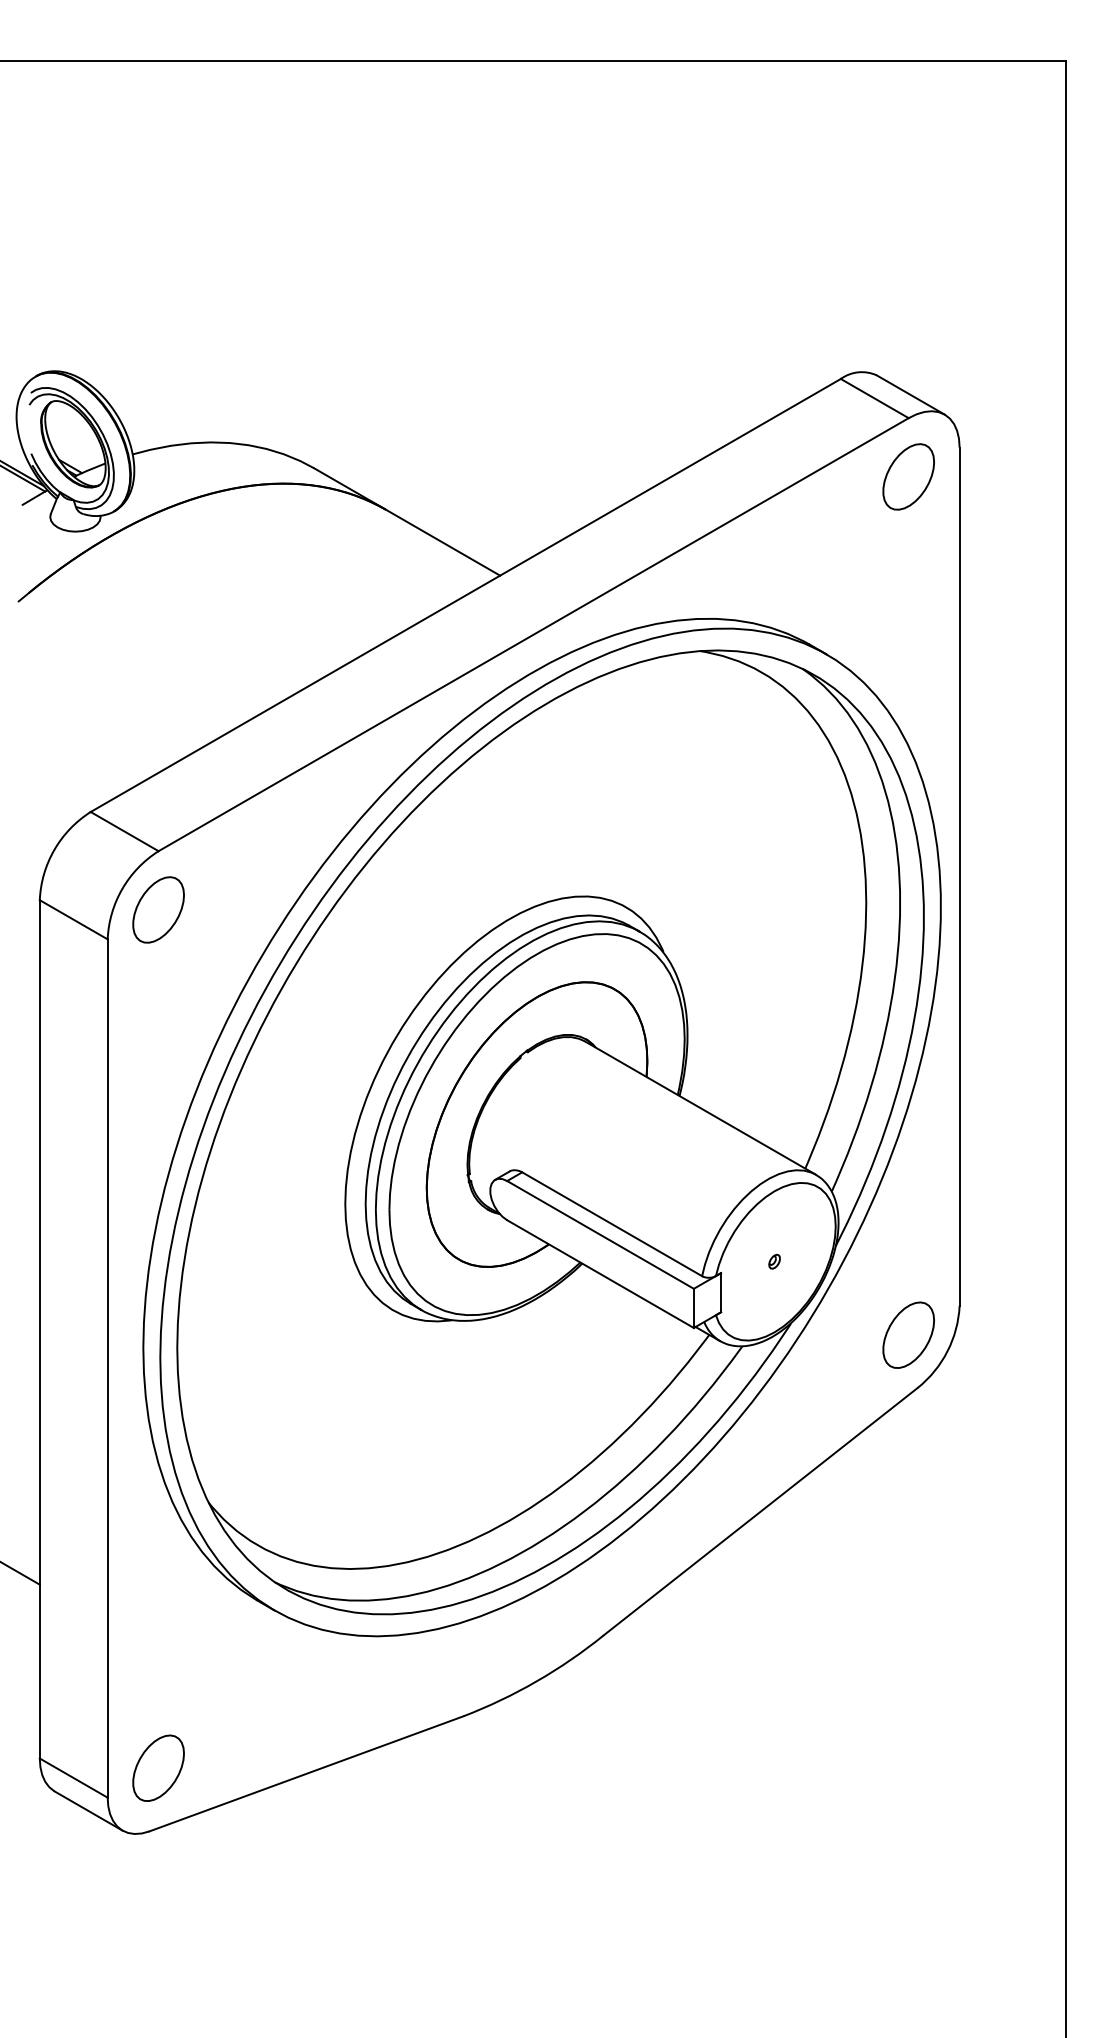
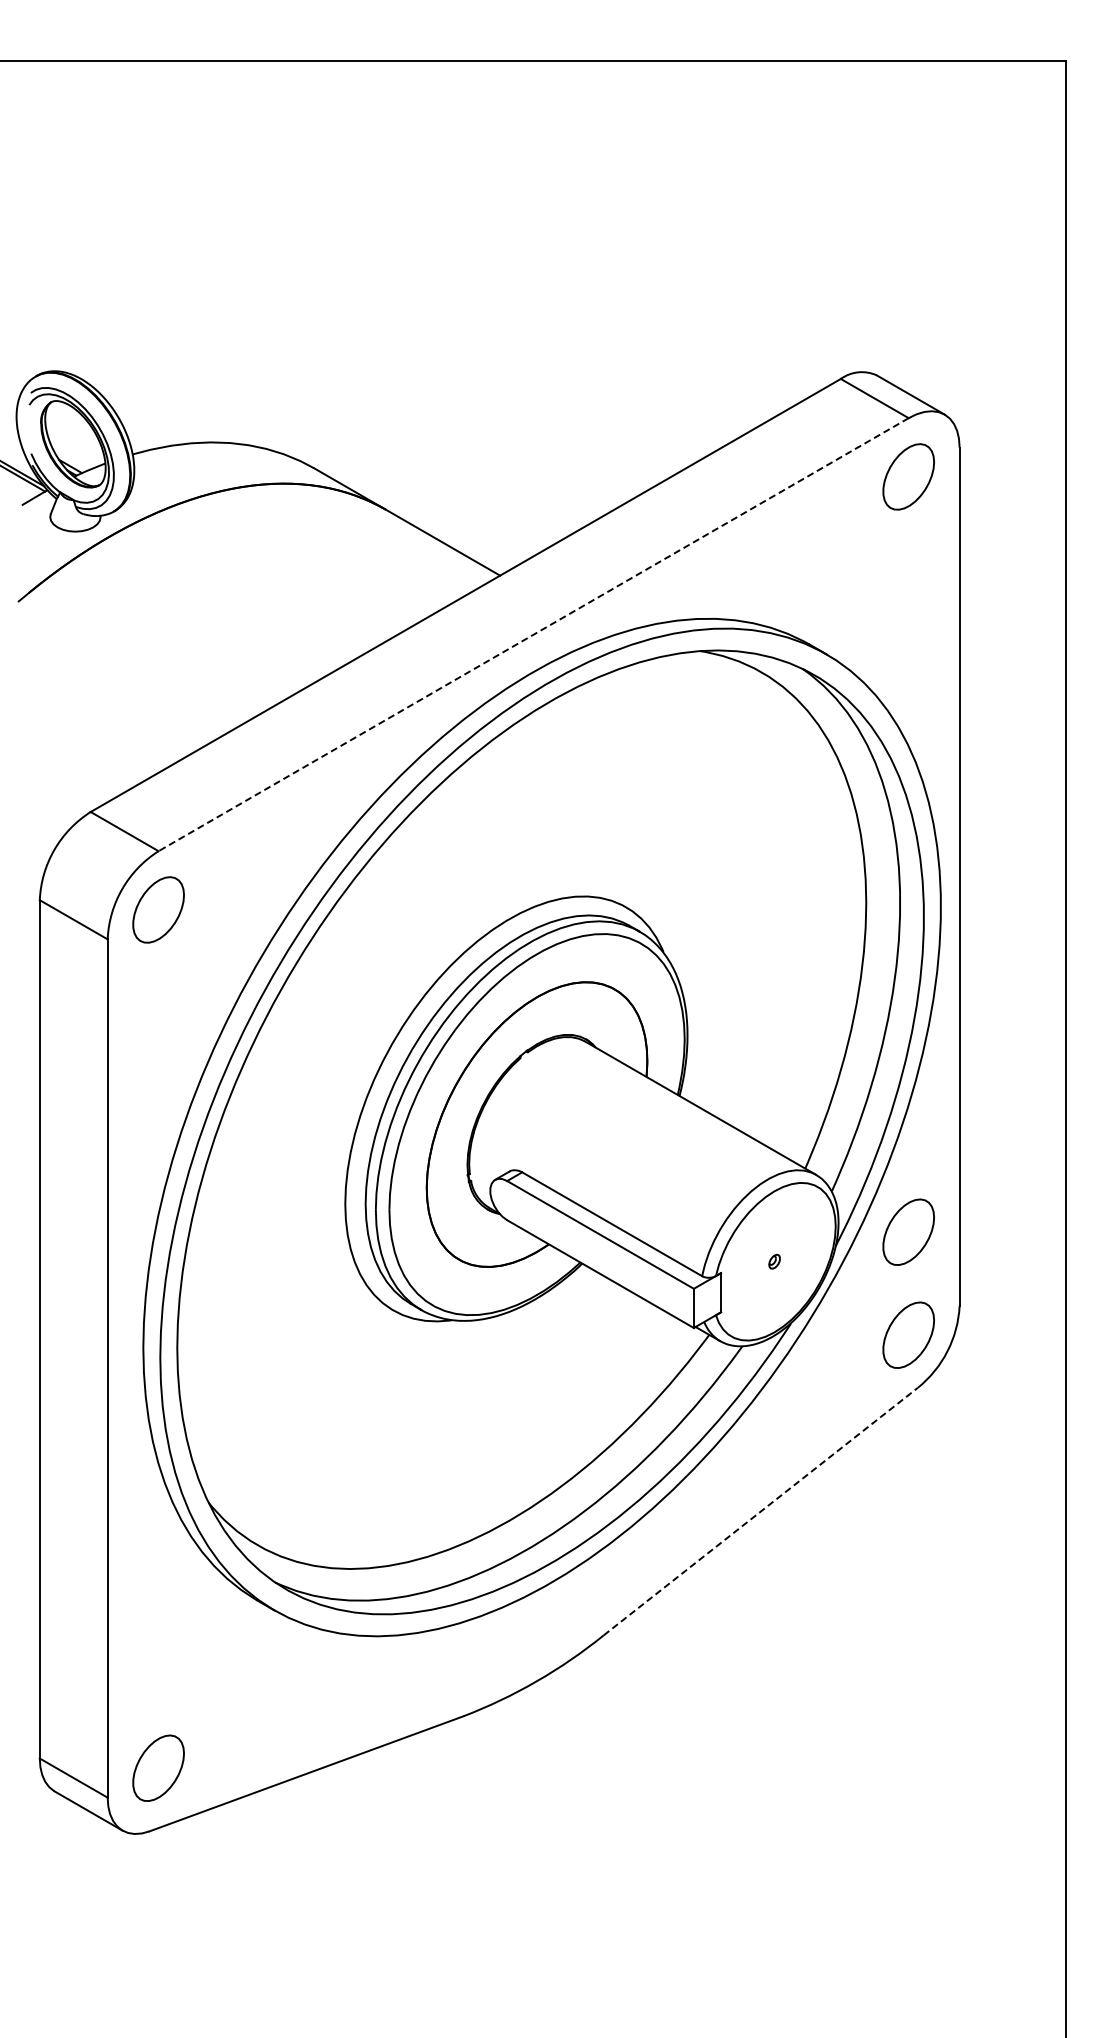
line at (533, 634): solid -> dashed
part at (908, 1231): none -> present
line at (760, 1511): solid -> dashed
line at (20, 1573): present -> none
